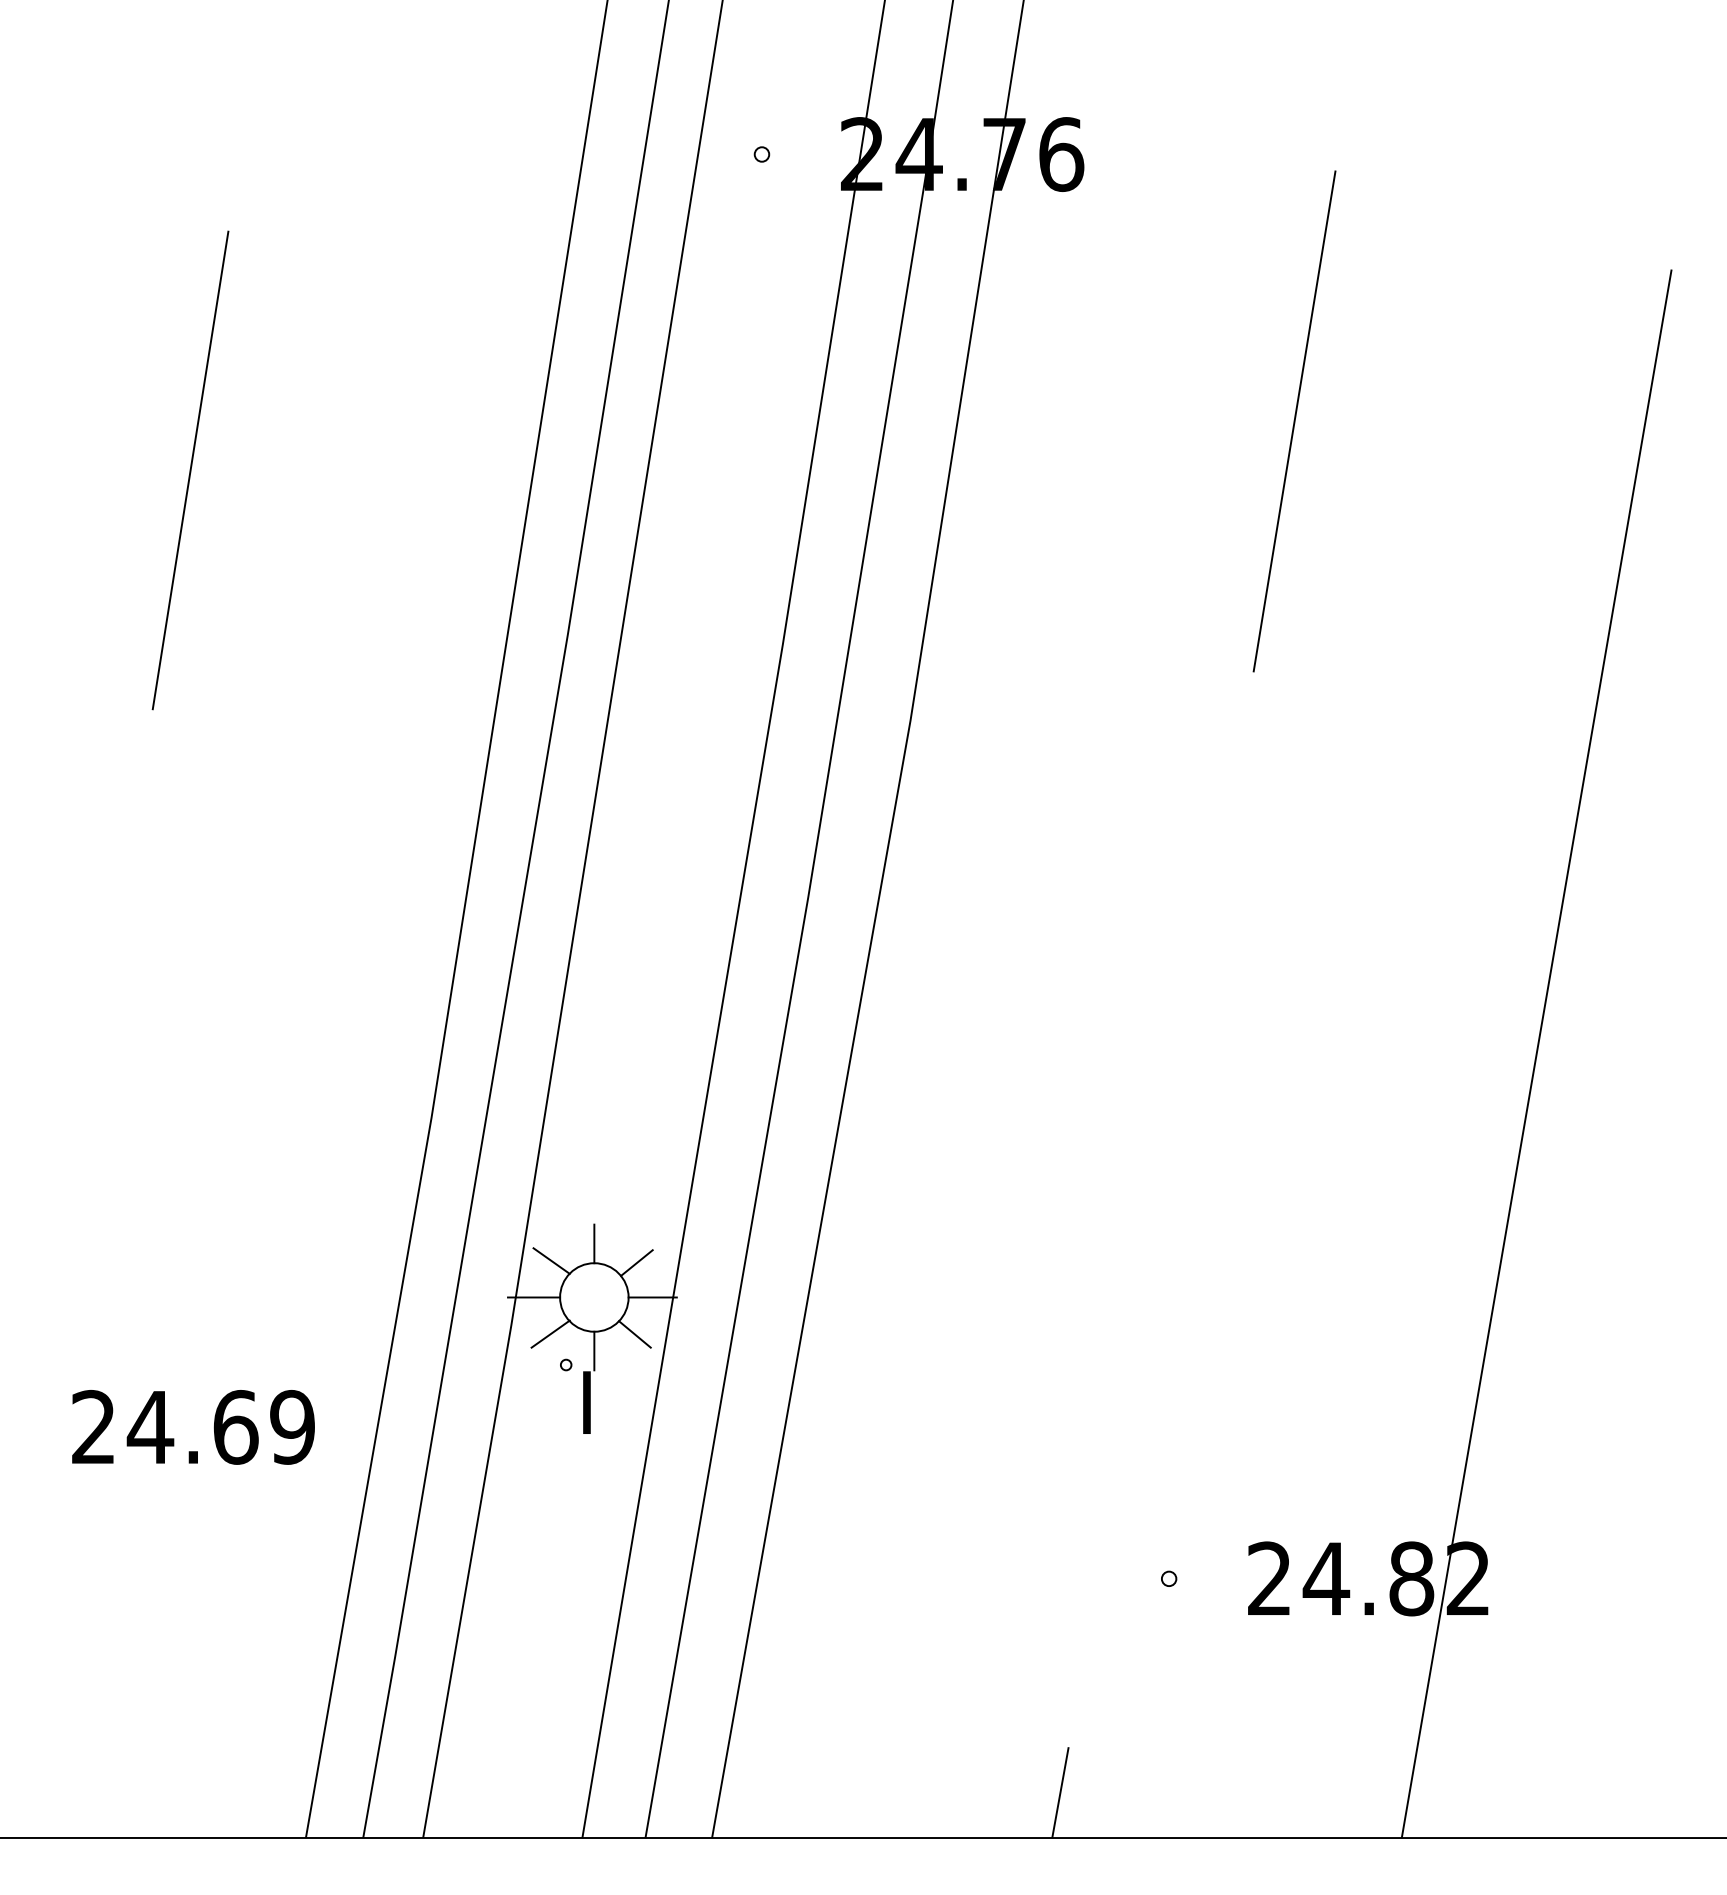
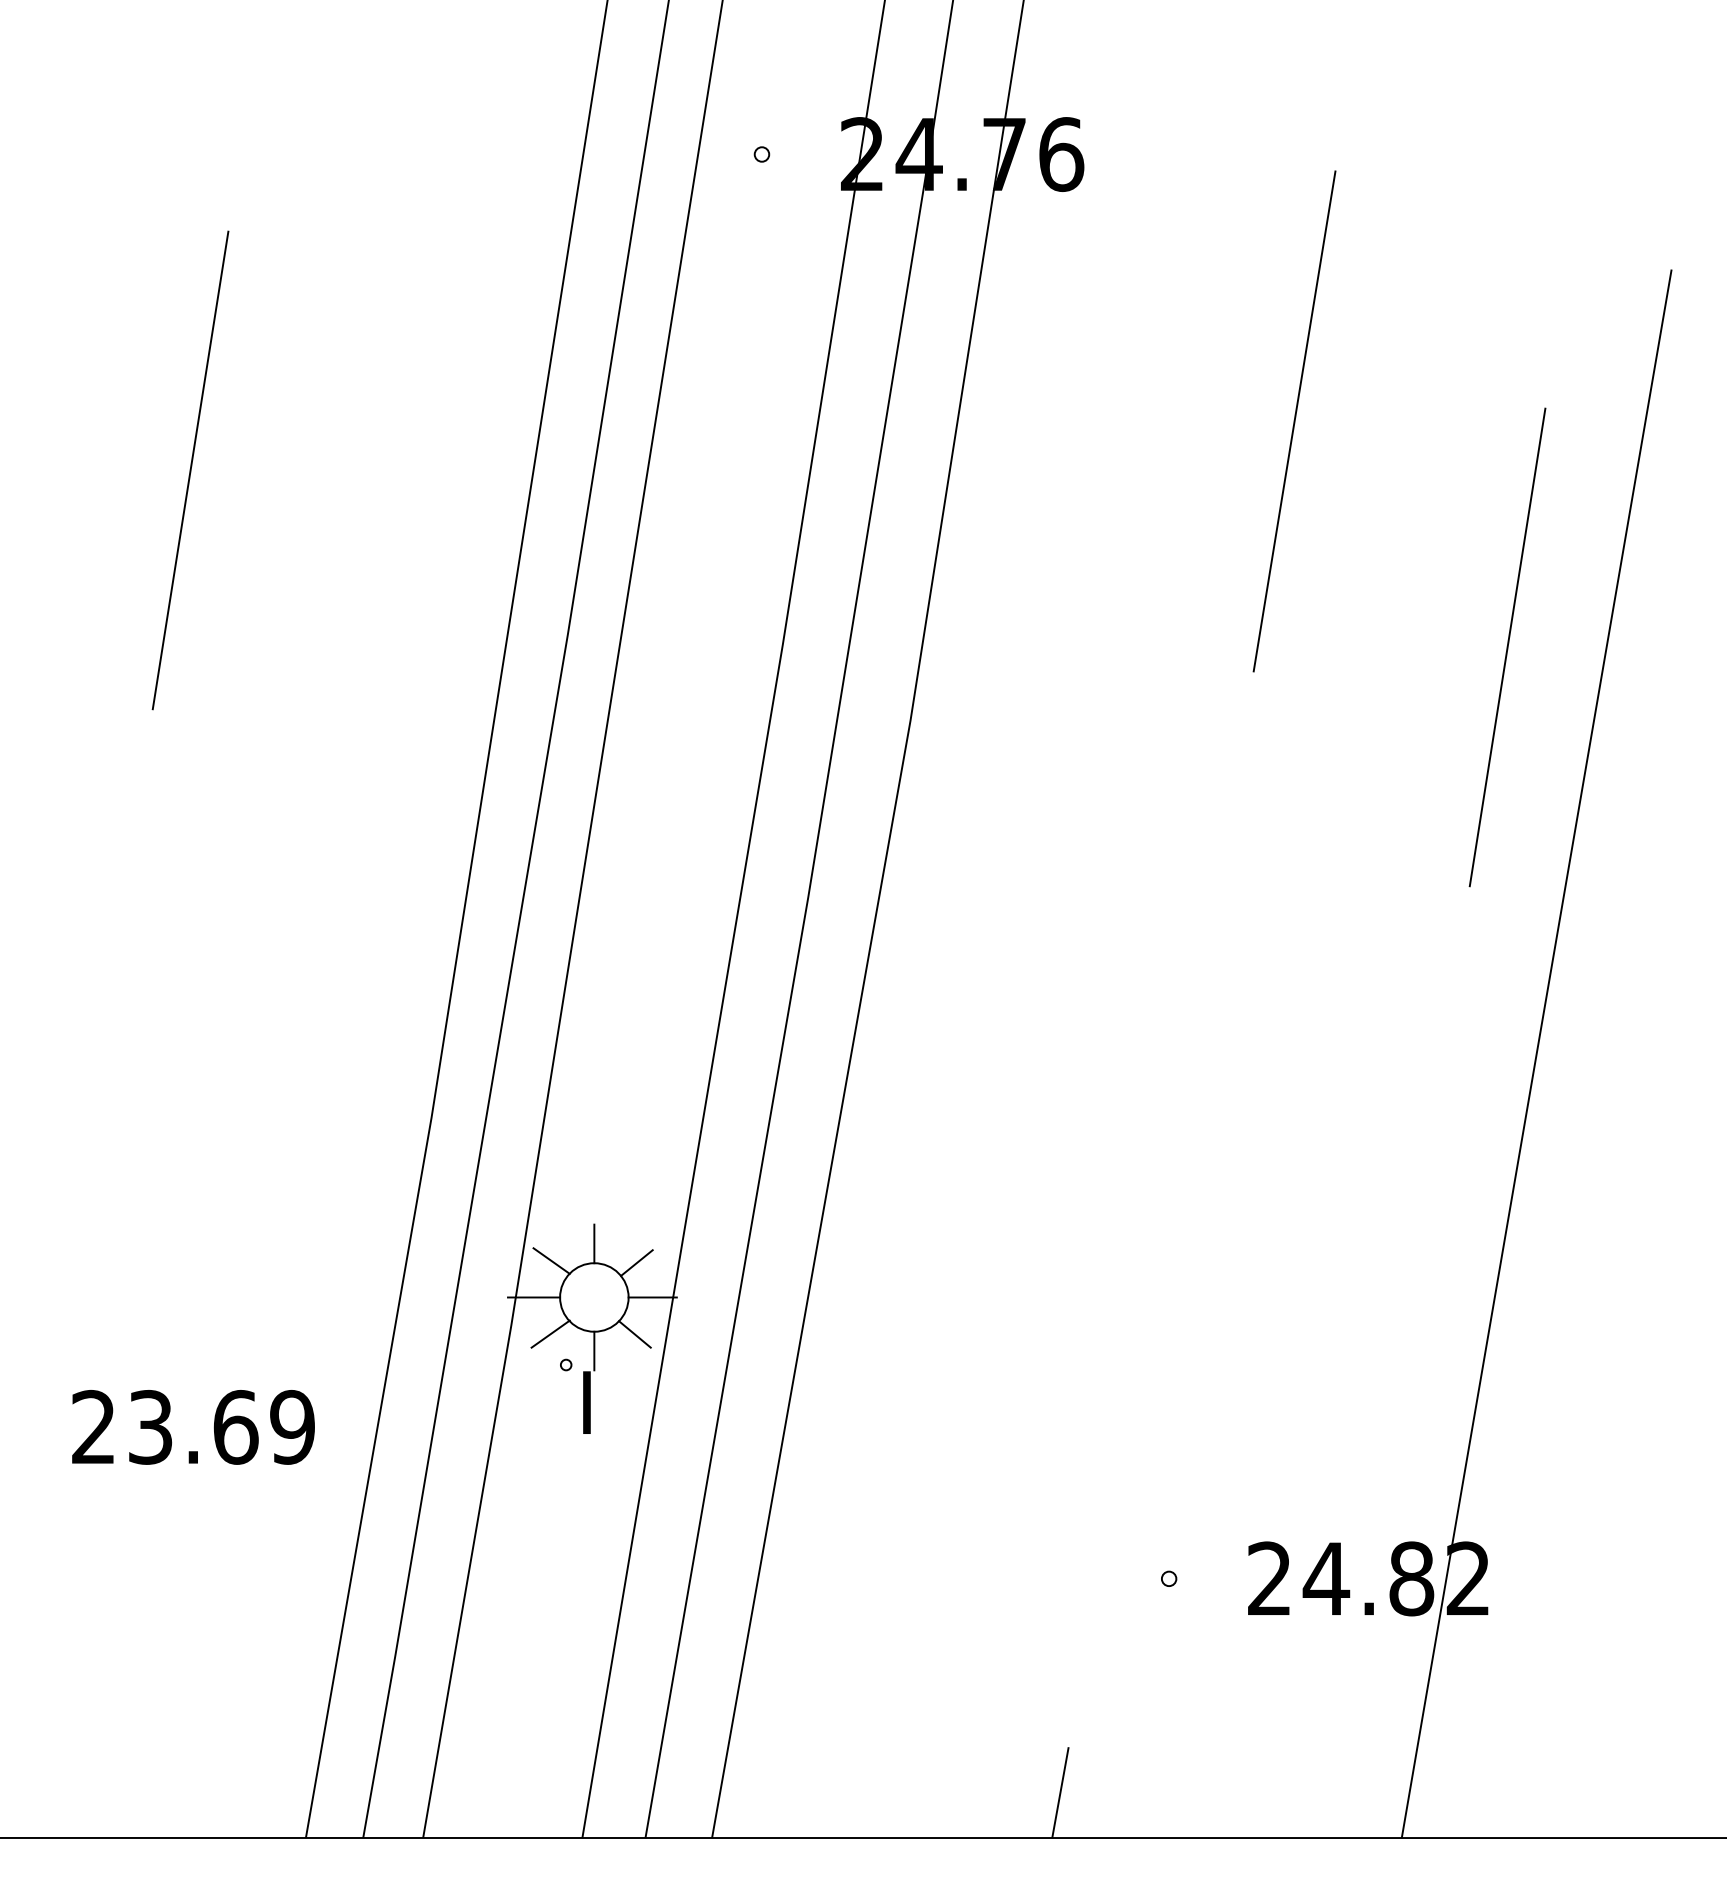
line at (1507, 647): none -> present
text at (150, 1427): 24.69 -> 23.69
